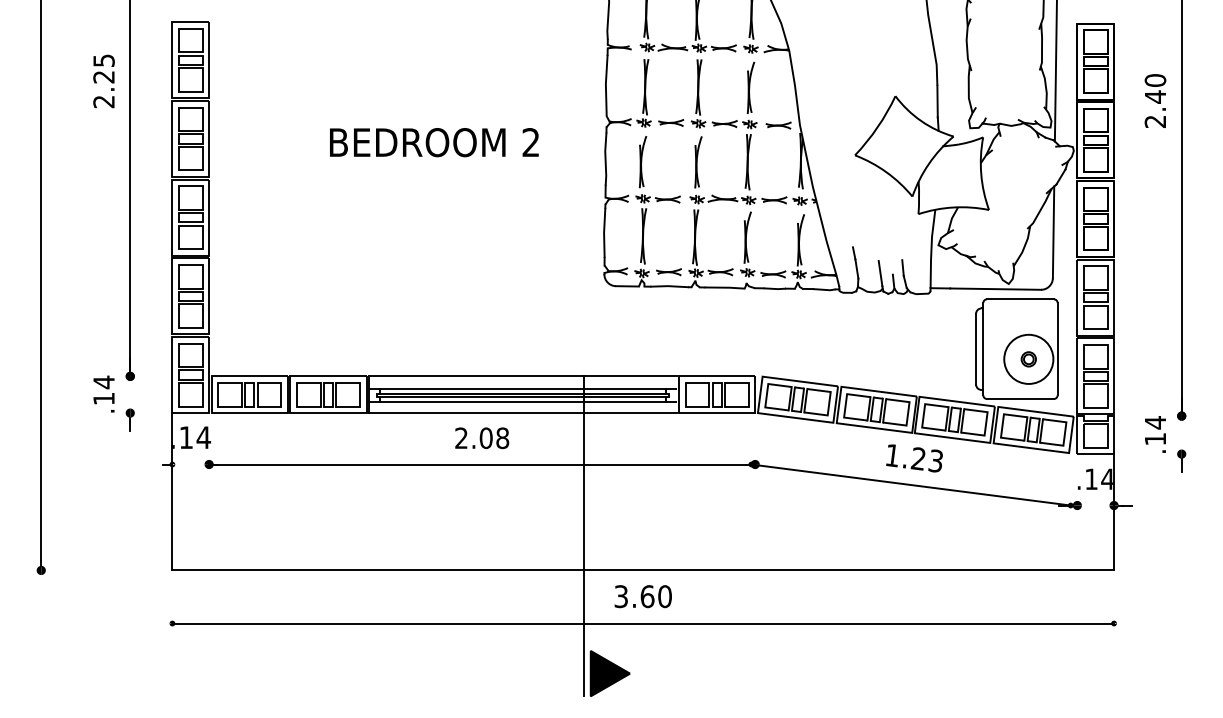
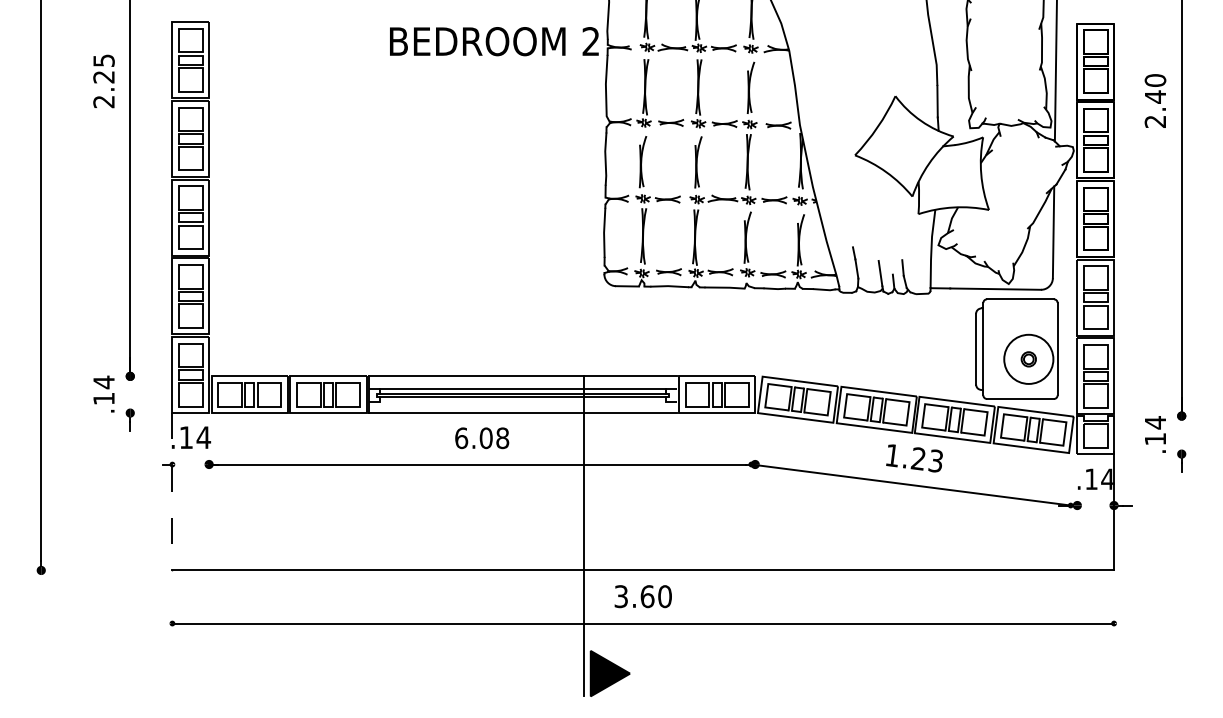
text at (434, 142) position: (434, 142) -> (494, 41)
line at (522, 402): present -> none
text at (461, 438): 2.08 -> 6.08
line at (172, 491): solid -> dashed
